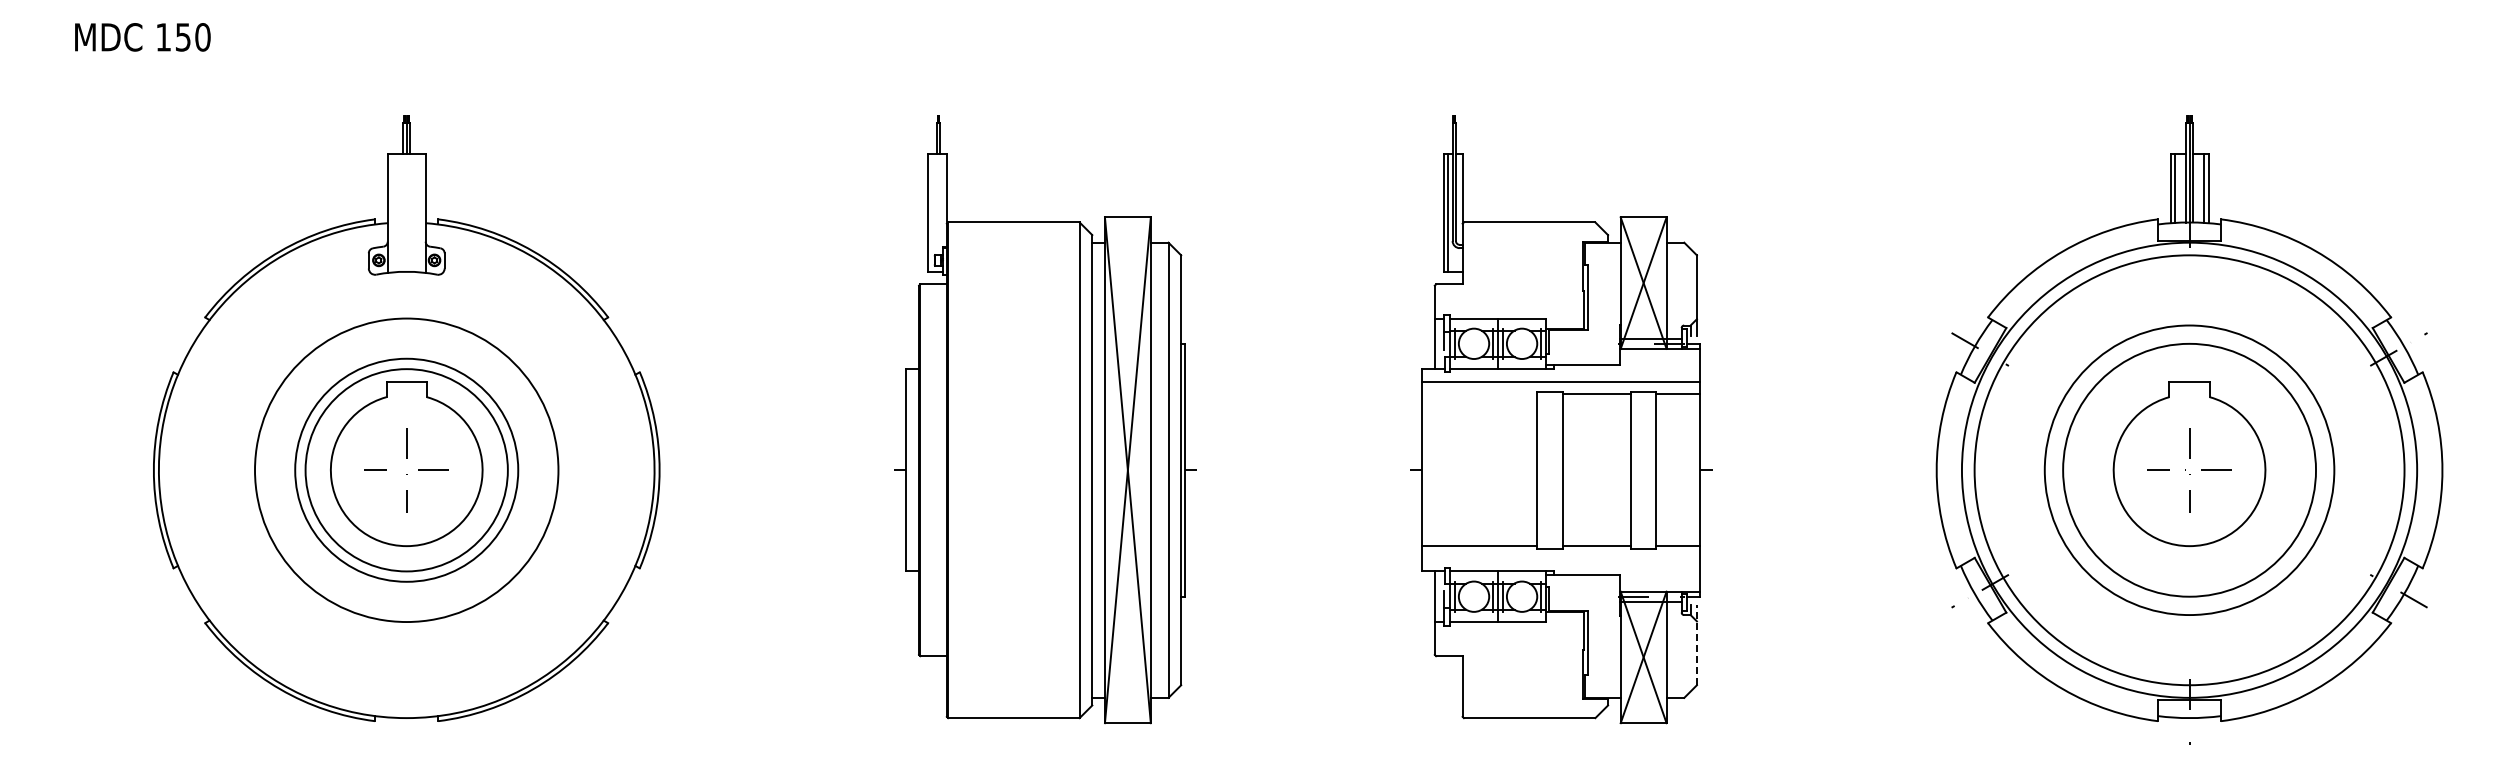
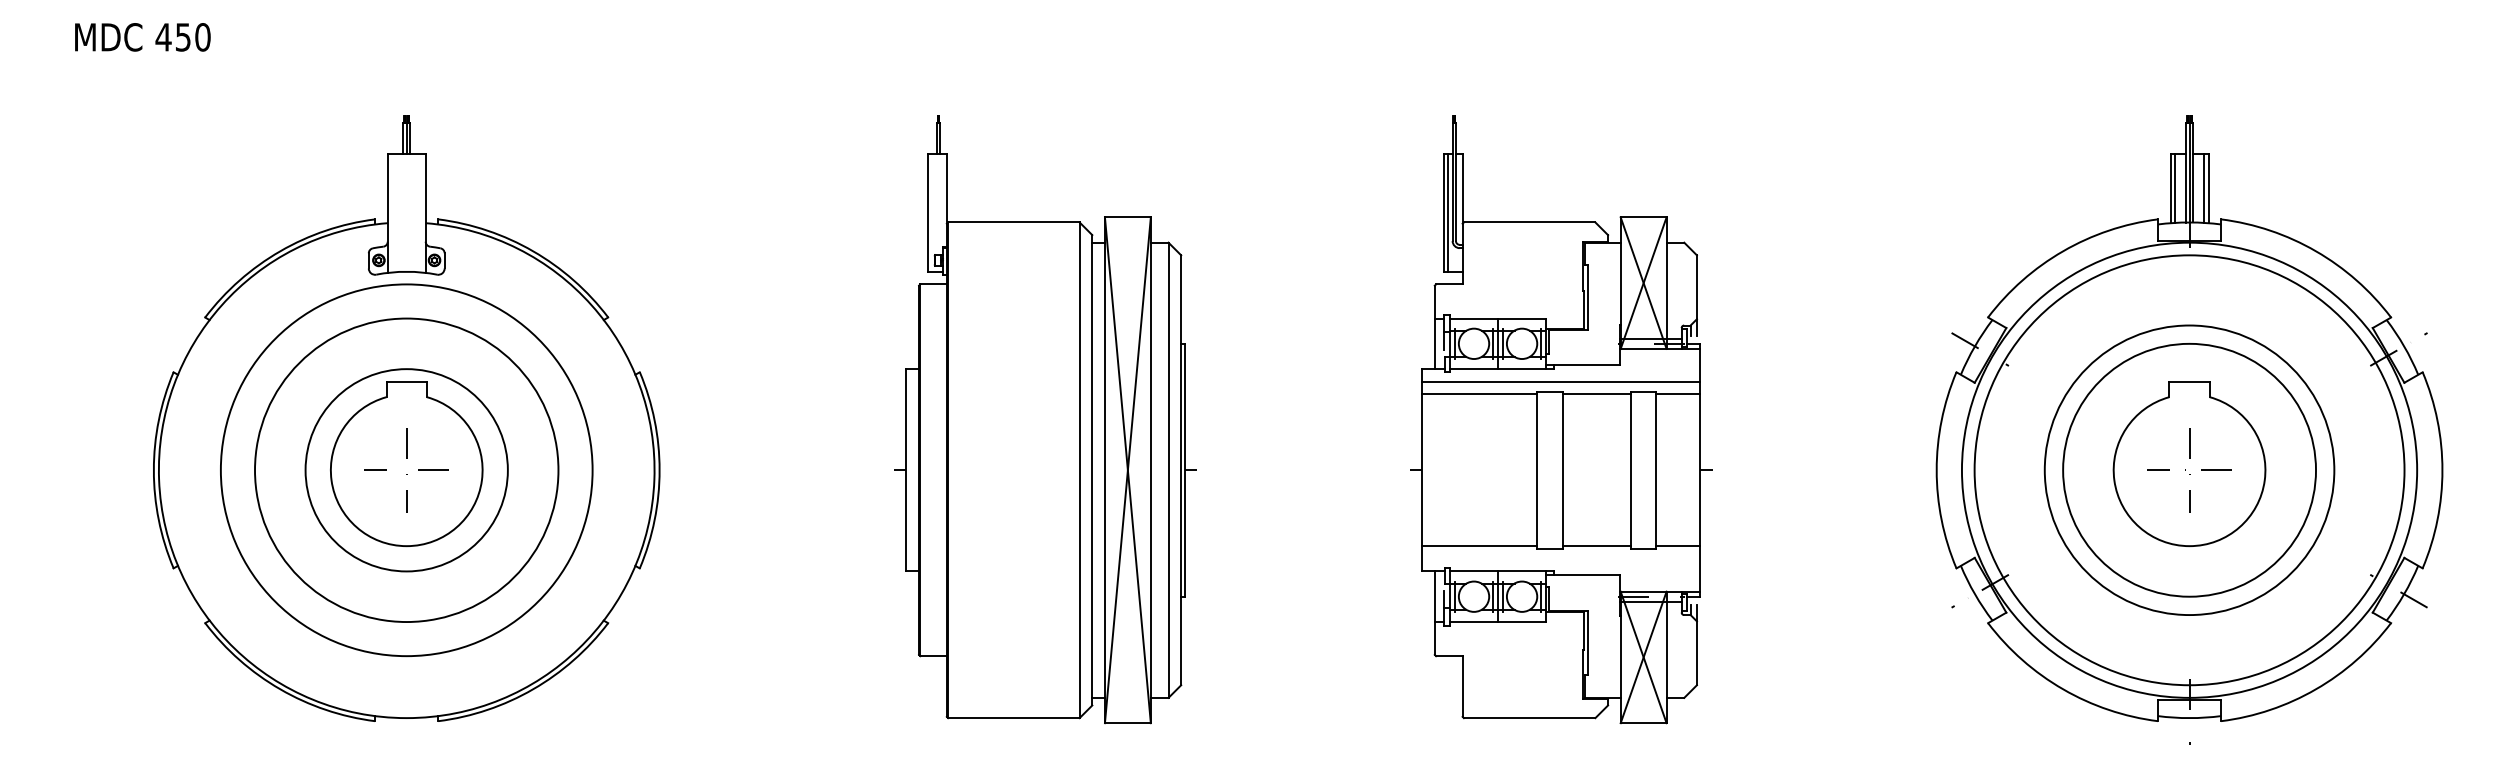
text at (163, 37): 150 -> 450
line at (1479, 394): none -> present
circle at (406, 469) diameter: 223 px -> 372 px
line at (1696, 644): dashed -> solid
